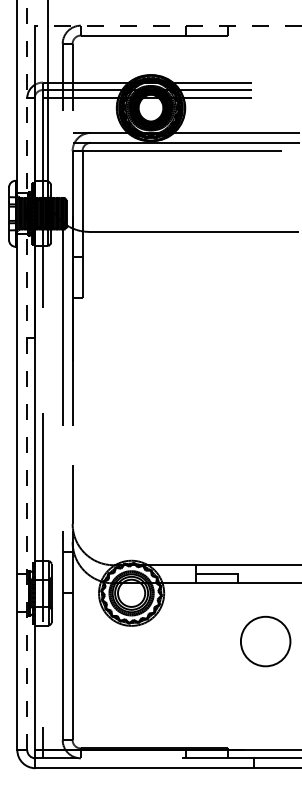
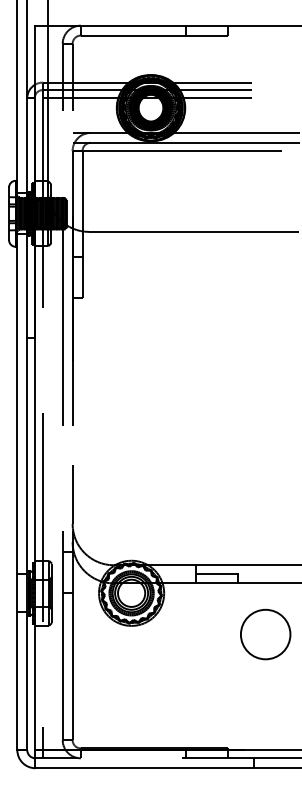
line at (168, 25): dashed -> solid
line at (27, 375): dashed -> solid
circle at (265, 641) position: (265, 641) -> (265, 634)
